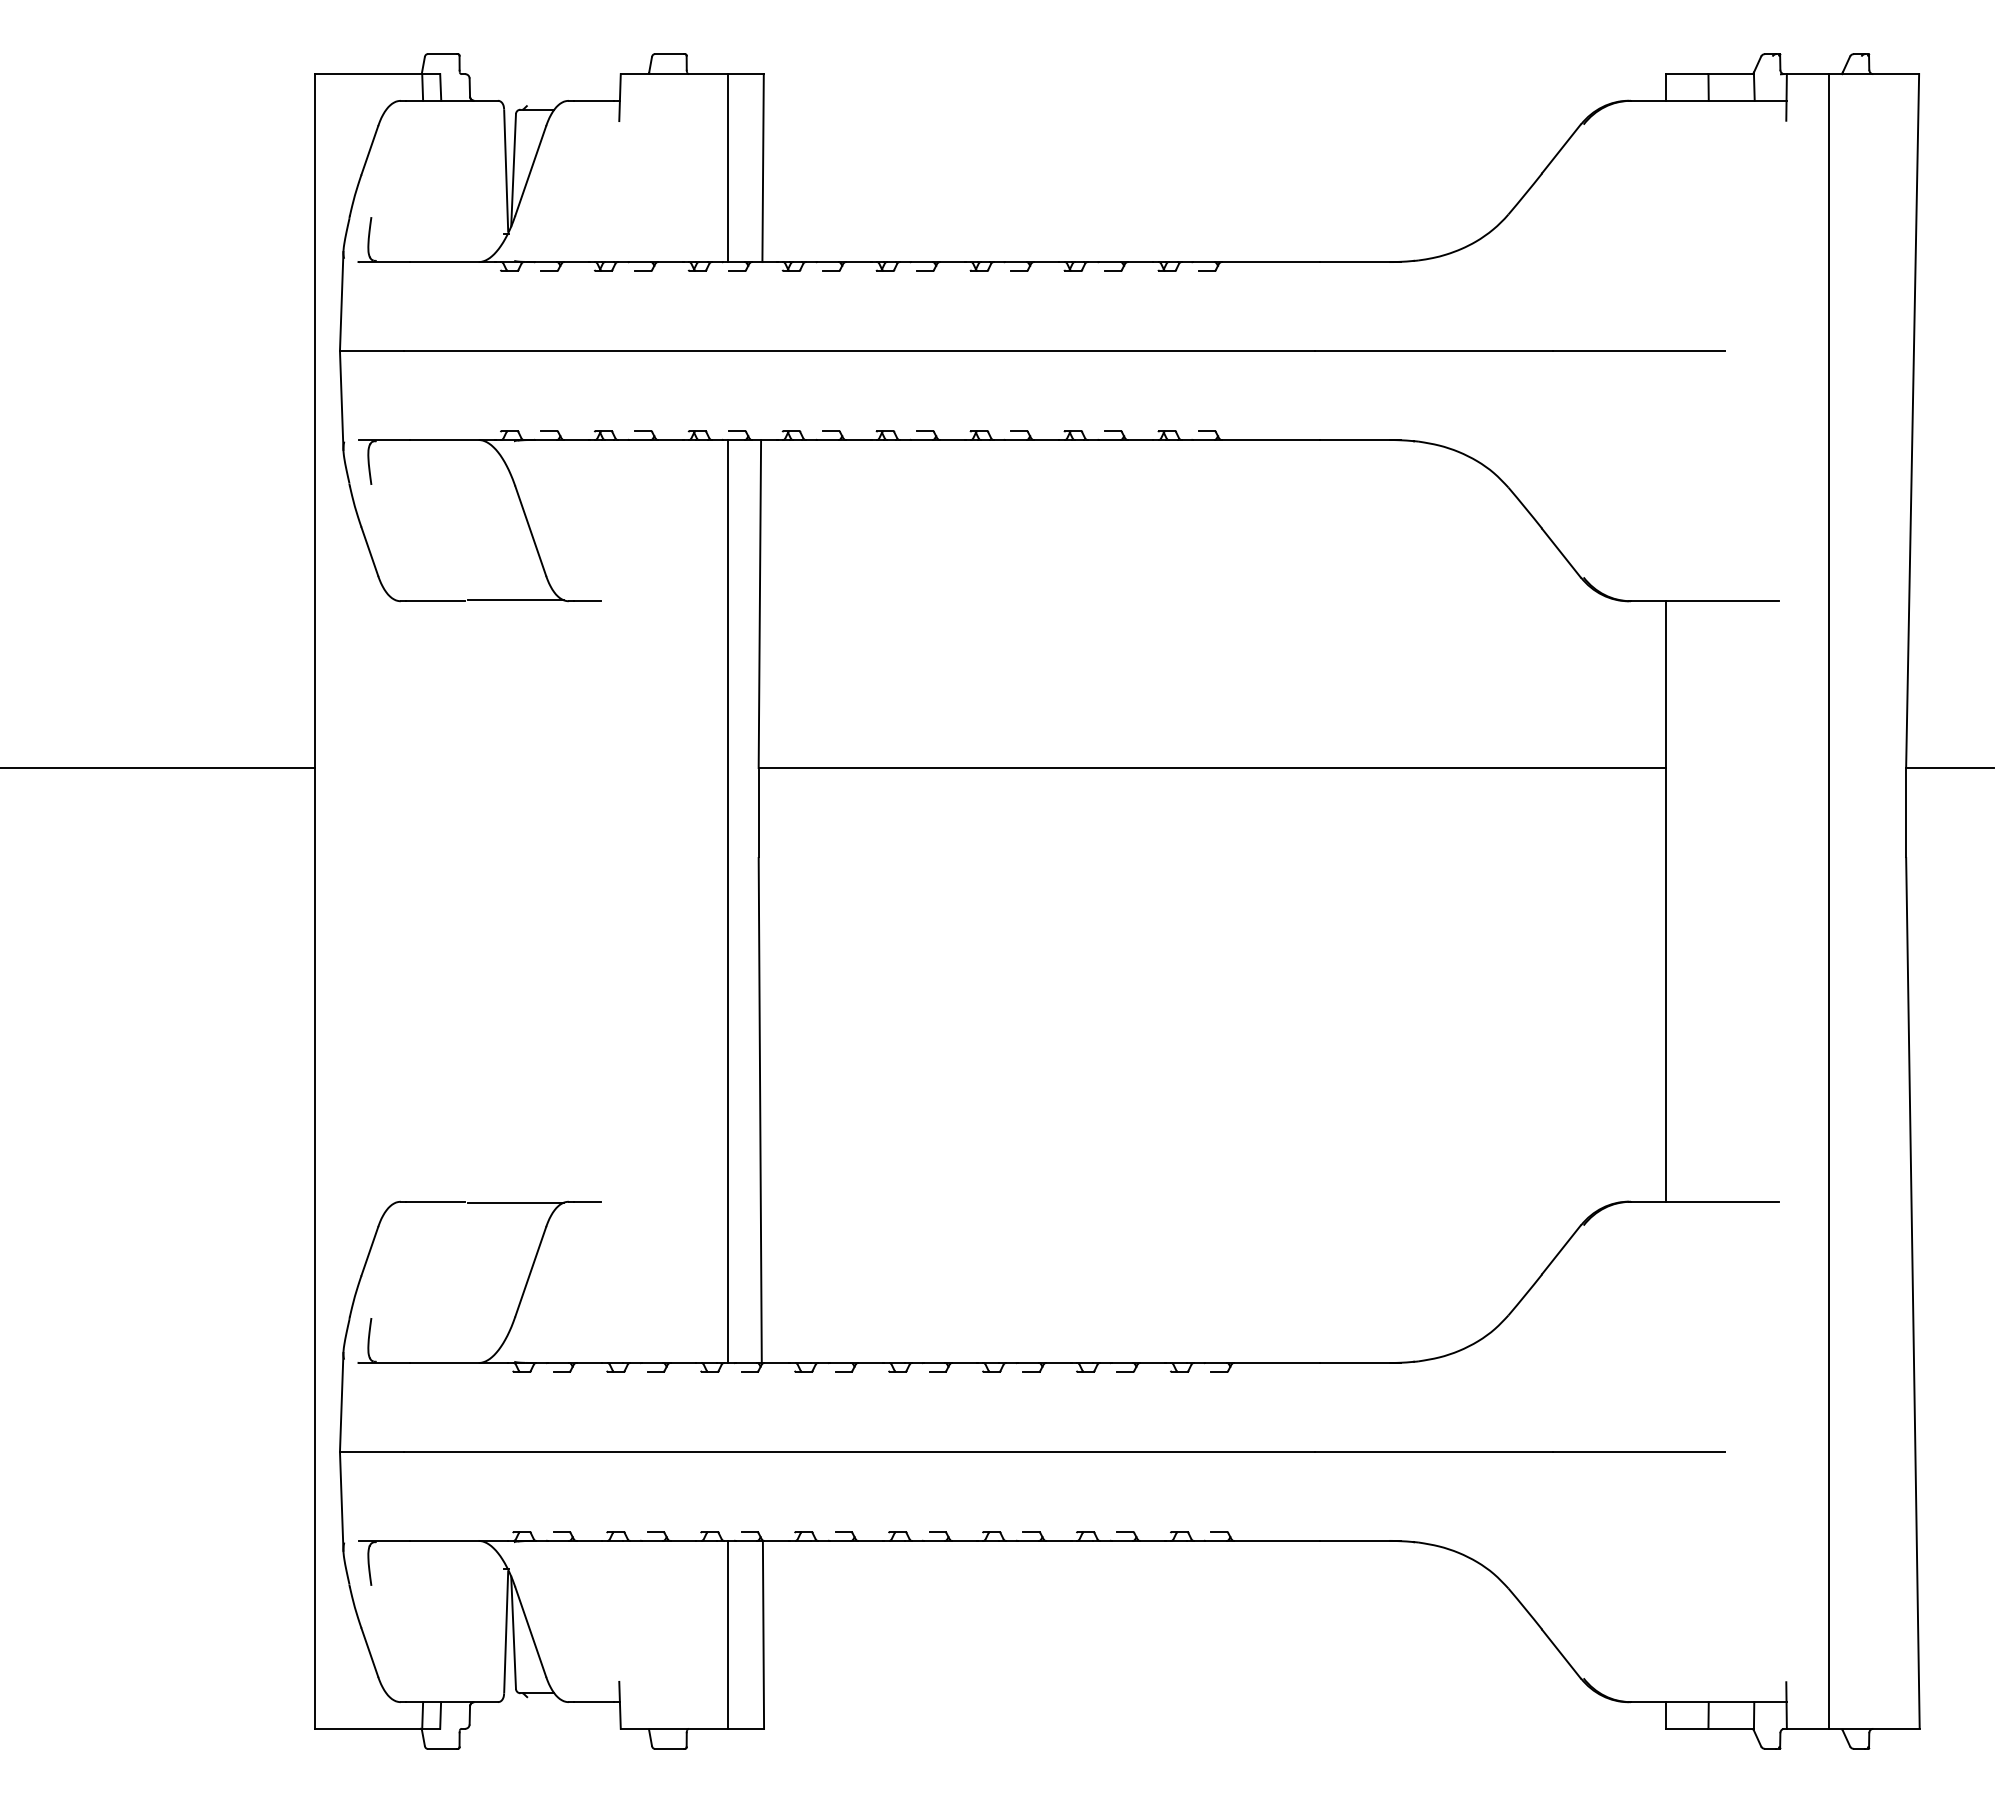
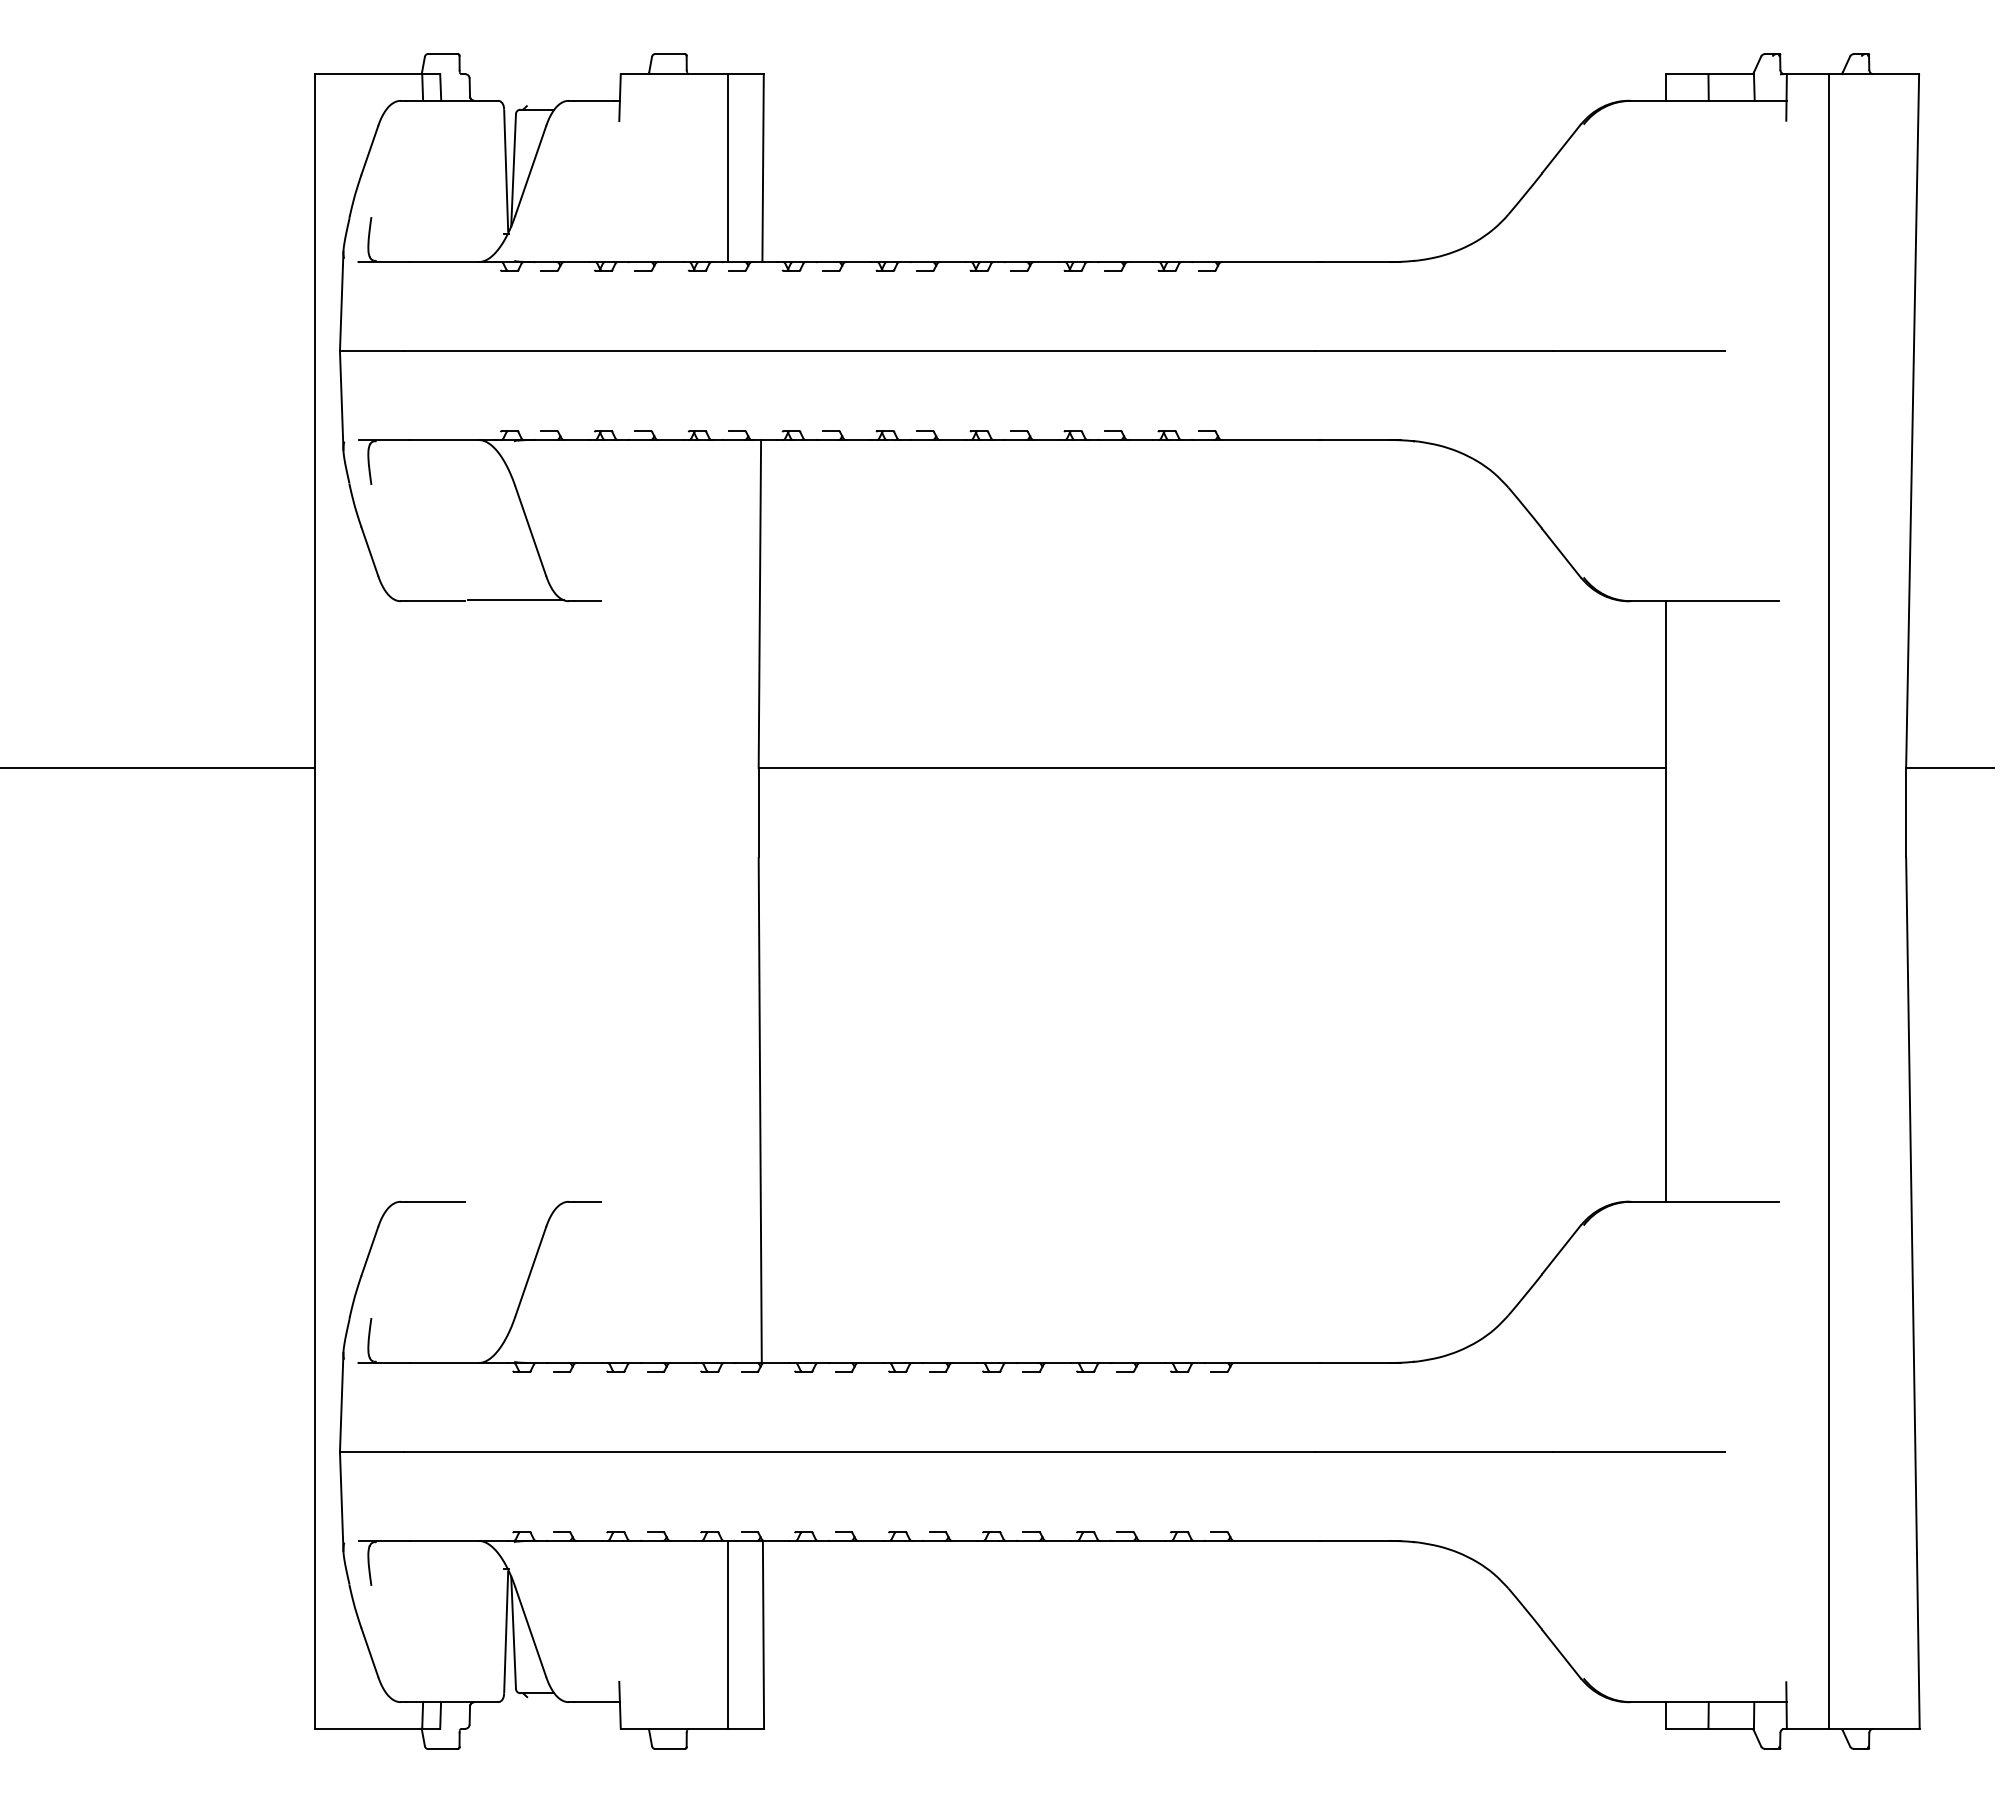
line at (728, 901): present -> none
line at (515, 1202): present -> none
